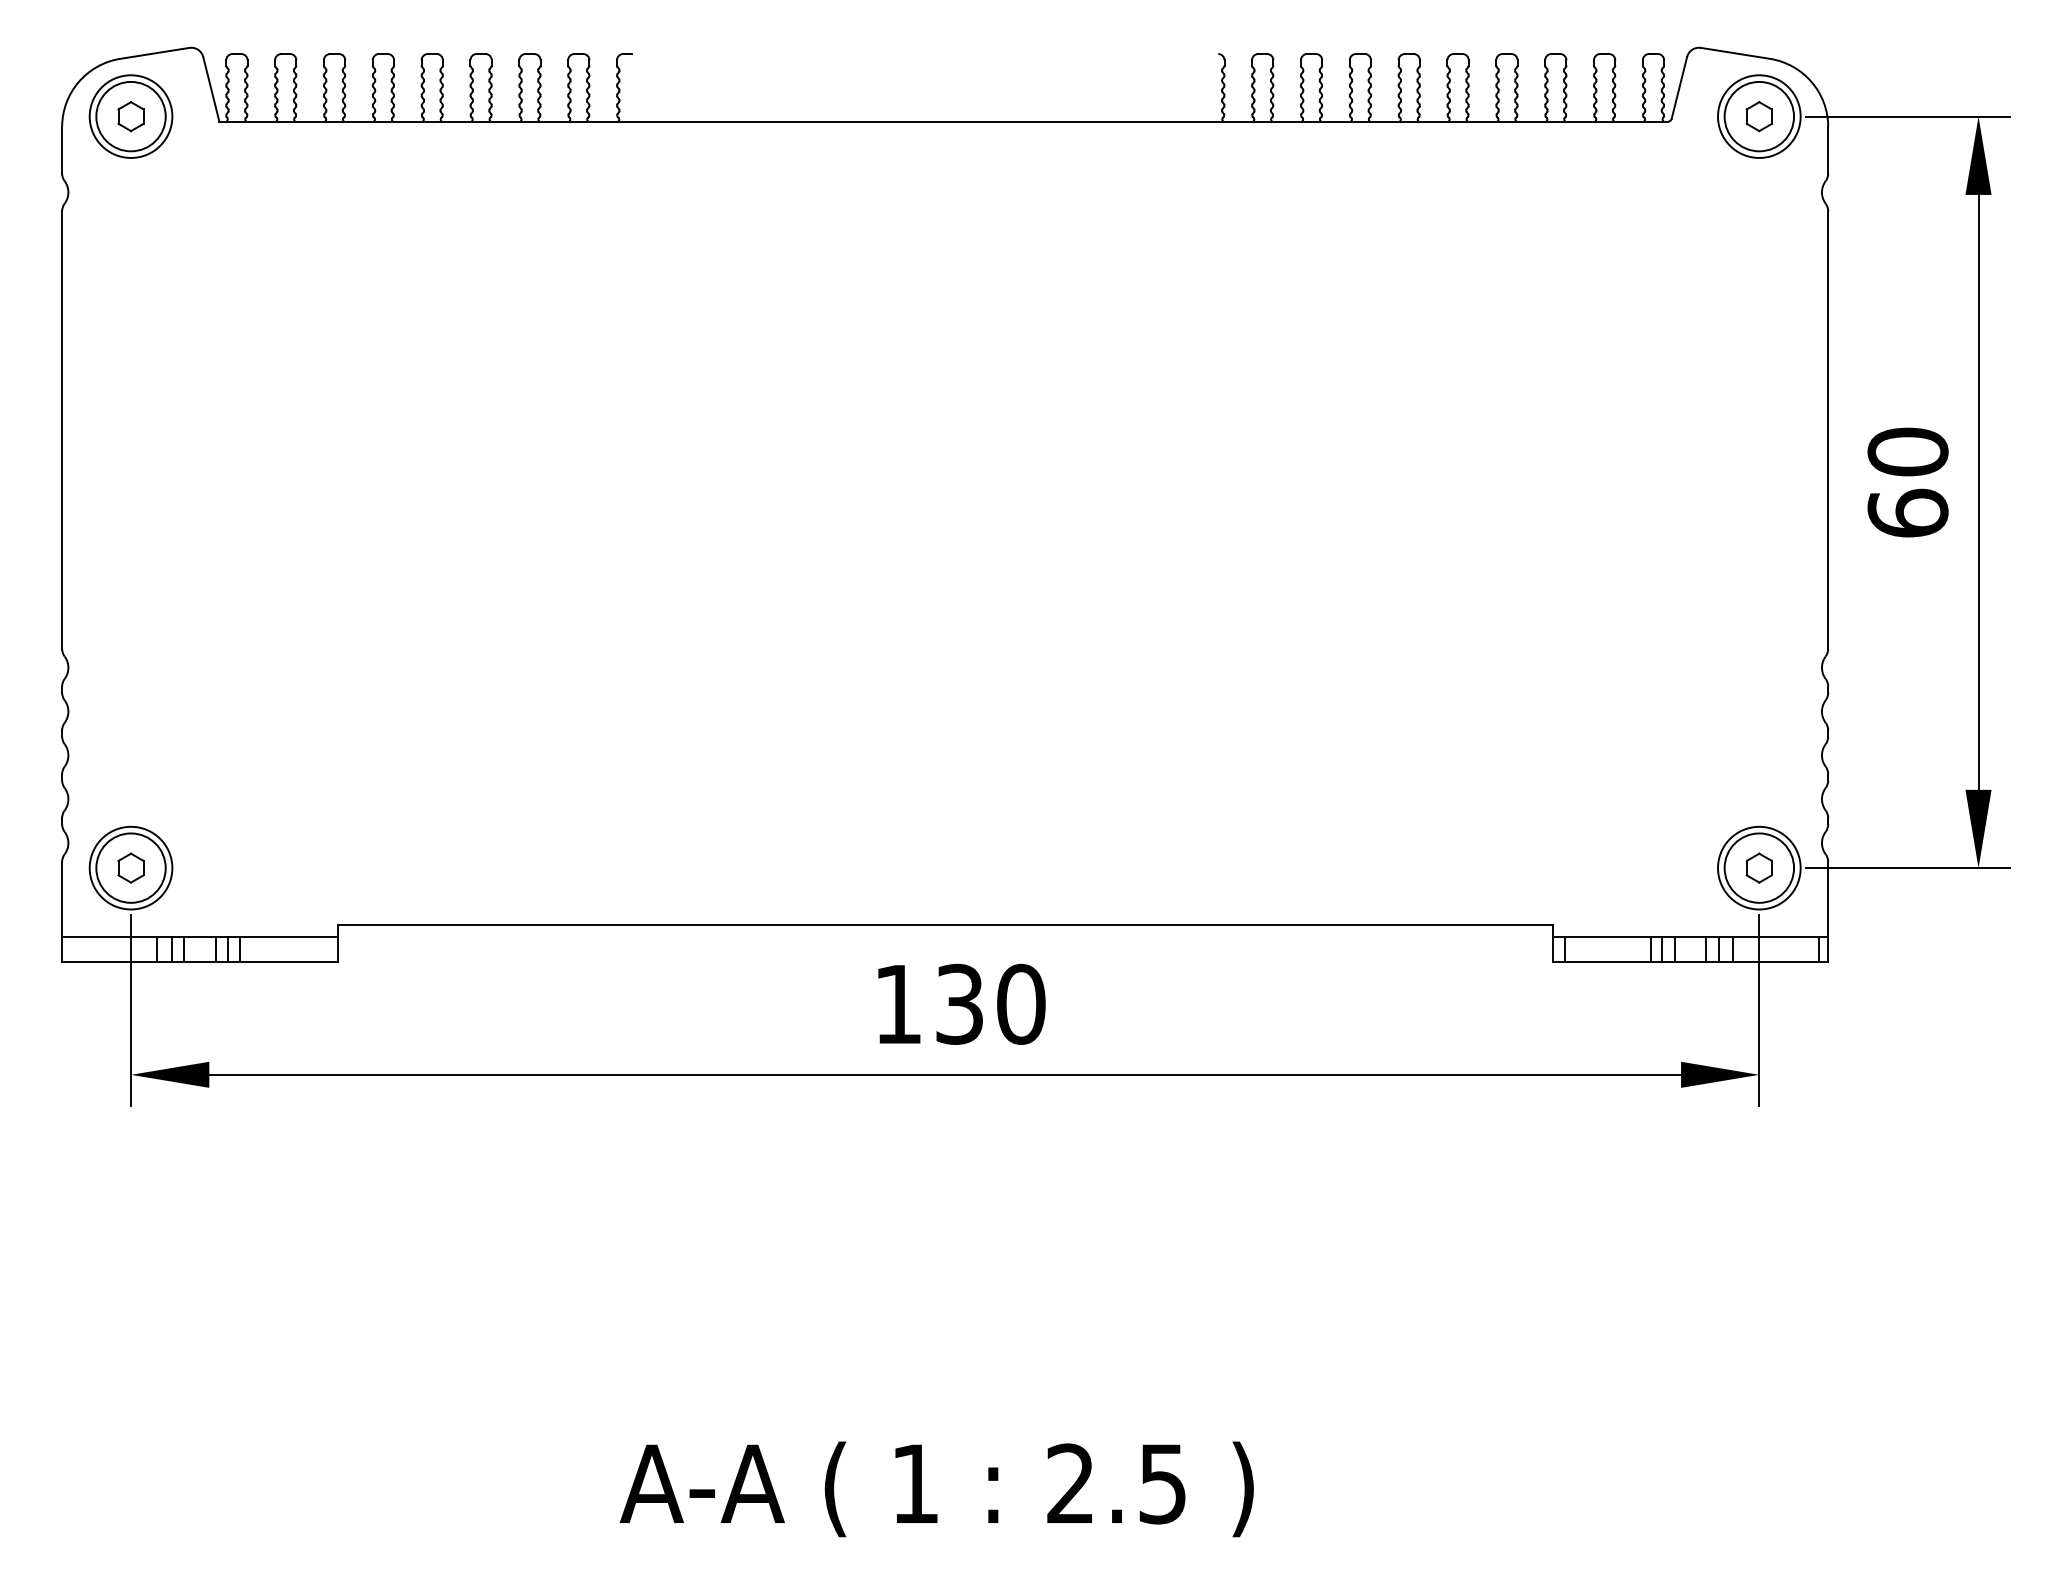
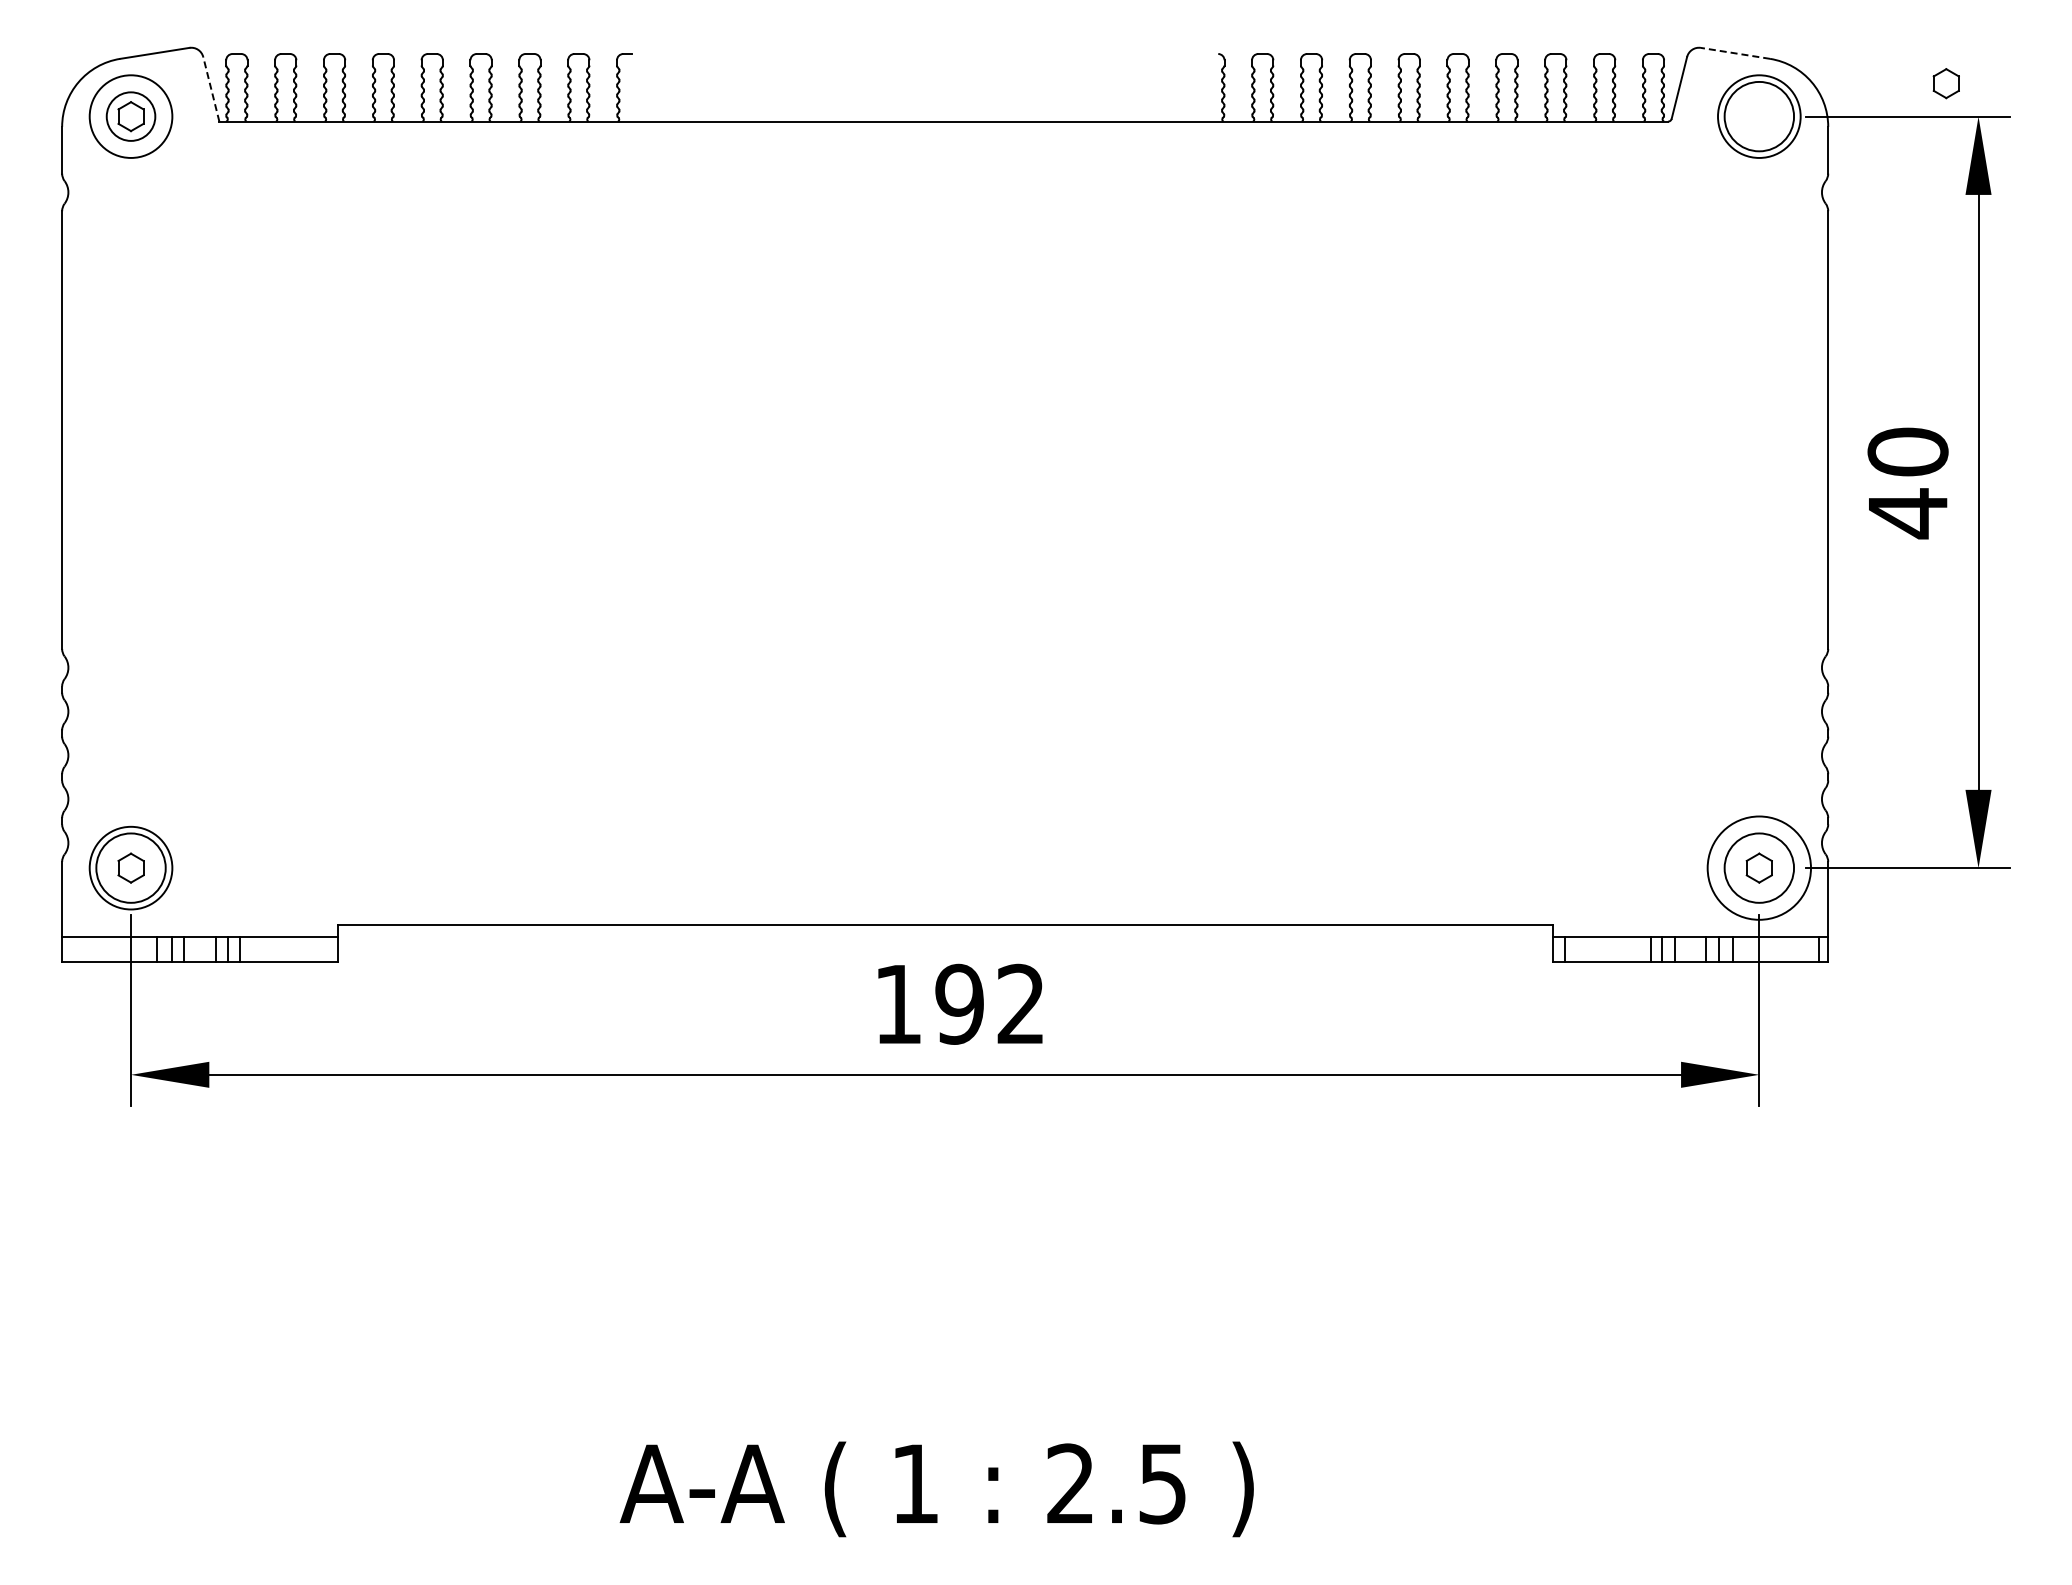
line at (1735, 53): solid -> dashed
line at (211, 88): solid -> dashed
circle at (130, 116) diameter: 69 px -> 49 px
part at (1758, 116) position: (1758, 116) -> (1945, 83)
text at (1907, 513): 60 -> 40
circle at (1759, 867) diameter: 83 px -> 103 px
text at (990, 1003): 130 -> 192
